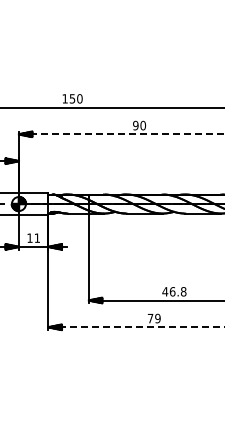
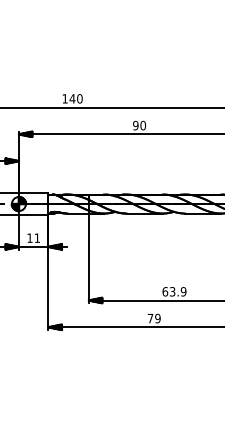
text at (72, 98): 150 -> 140
line at (121, 134): dashed -> solid
text at (174, 291): 46.8 -> 63.9
line at (136, 327): dashed -> solid
